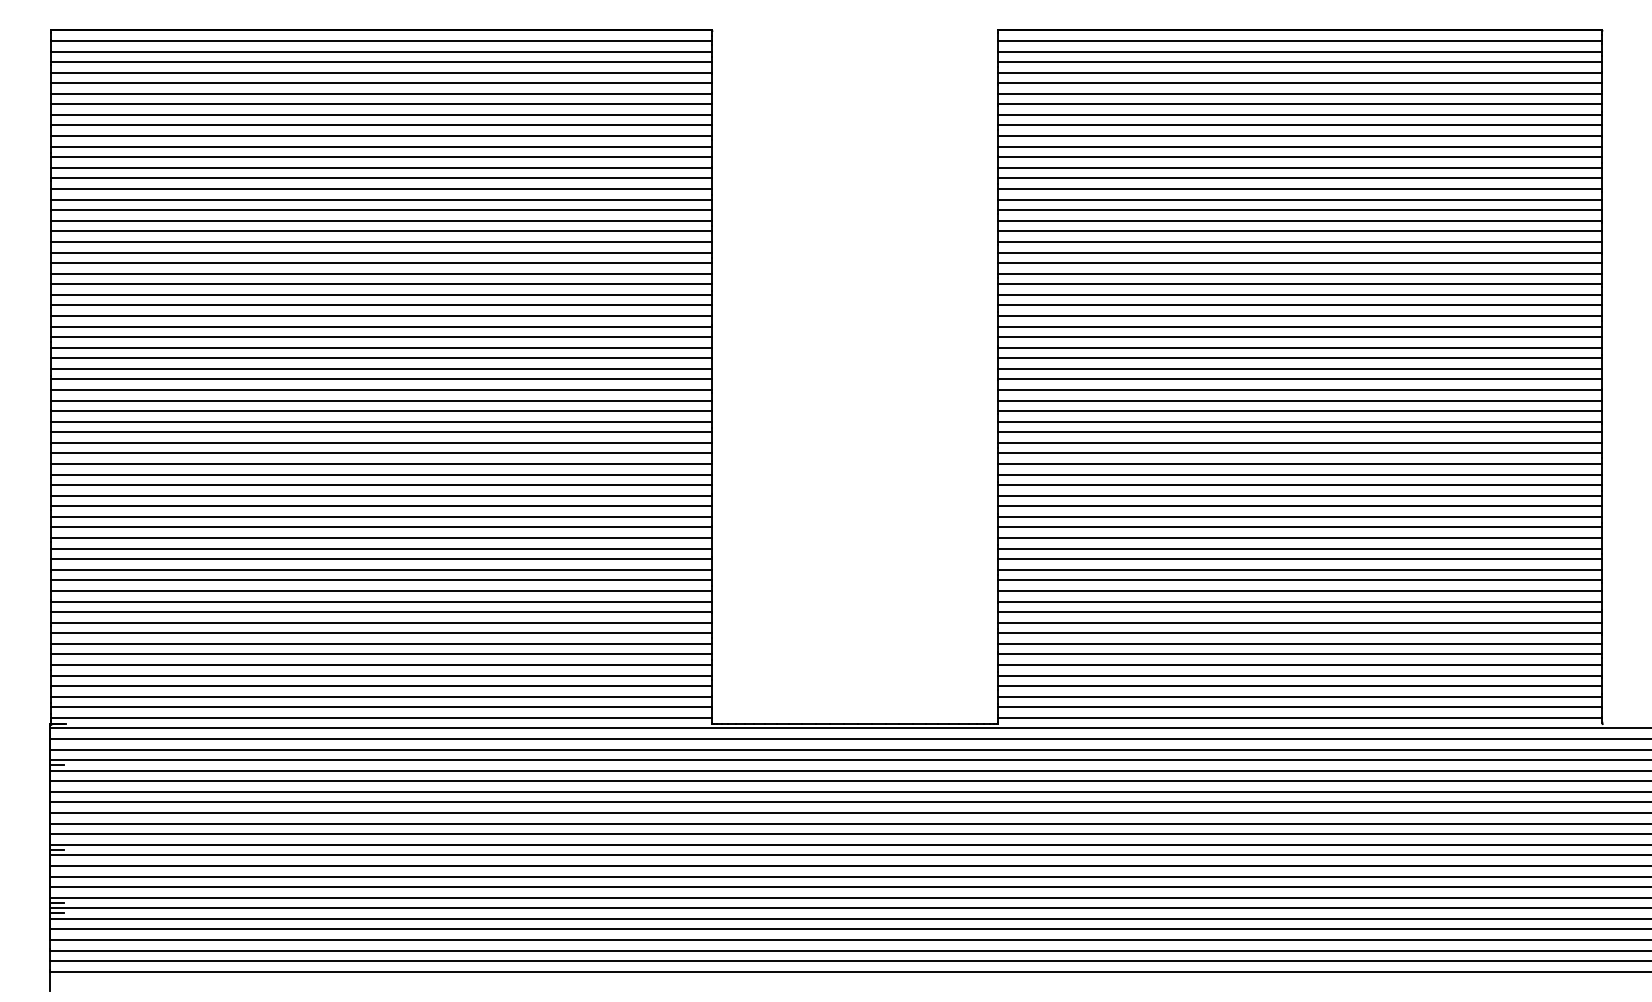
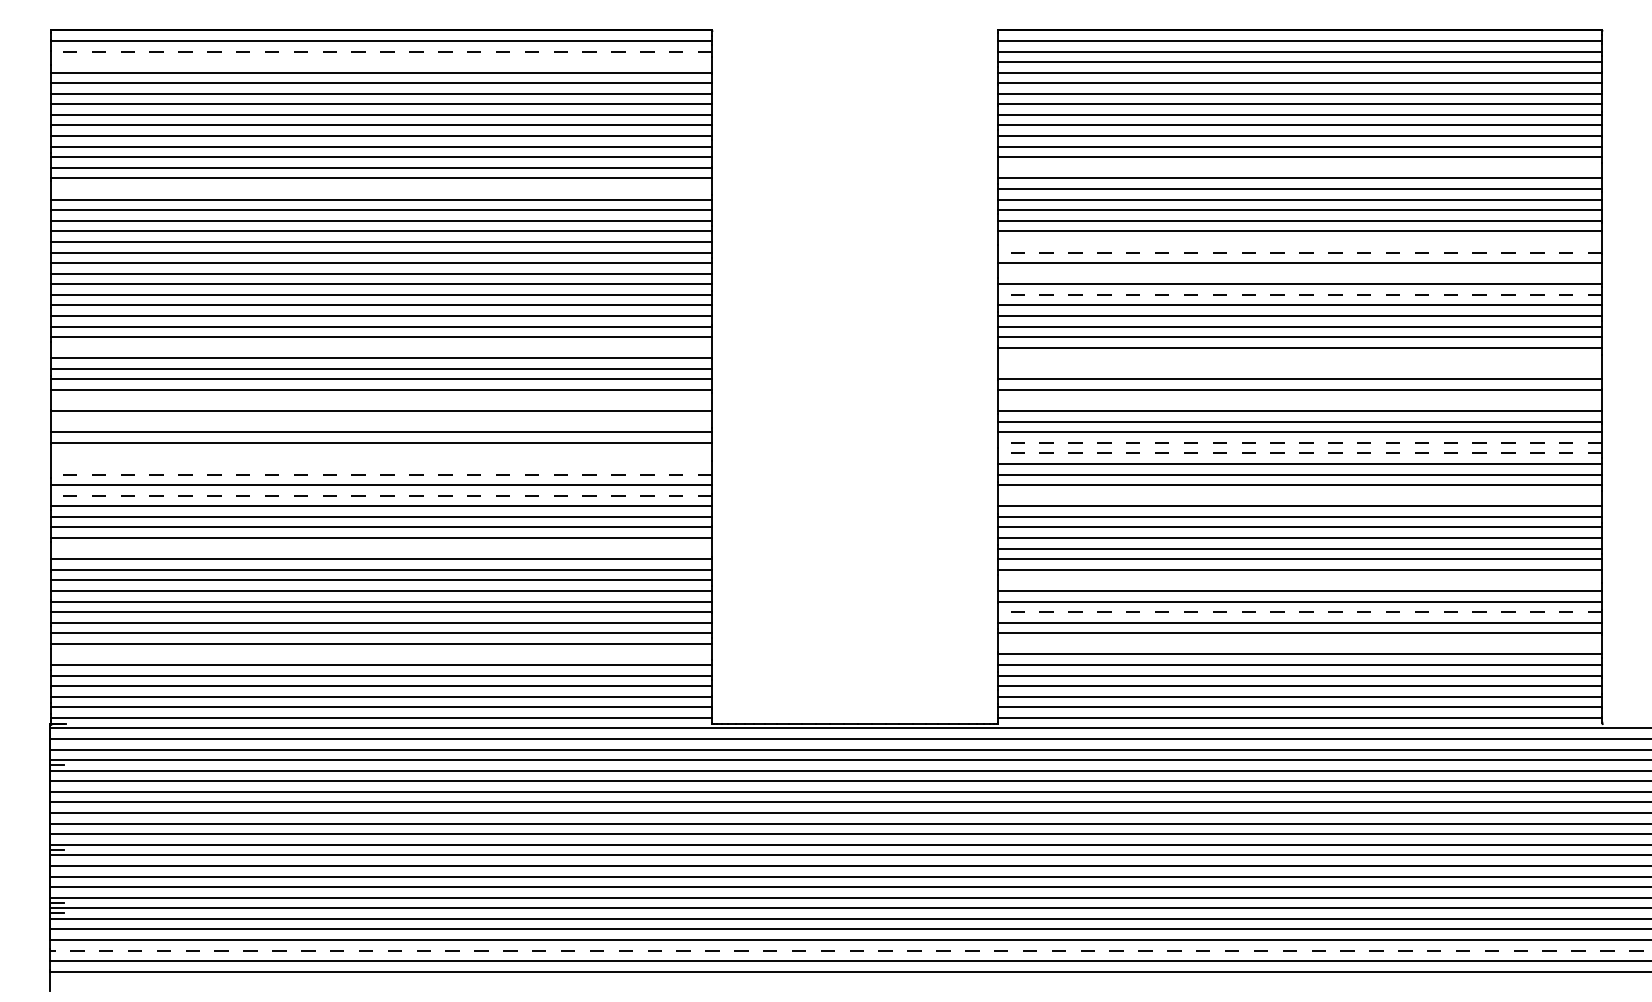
line at (381, 51): solid -> dashed
line at (381, 62): present -> none
line at (1299, 167): present -> none
line at (381, 189): present -> none
line at (1299, 241): present -> none
line at (1299, 252): solid -> dashed
line at (1299, 273): present -> none
line at (1299, 294): solid -> dashed
line at (381, 347): present -> none
line at (1299, 358): present -> none
line at (1299, 368): present -> none
line at (381, 400): present -> none
line at (1299, 400): present -> none
line at (381, 421): present -> none
line at (1299, 442): solid -> dashed
line at (381, 453): present -> none
line at (1299, 453): solid -> dashed
line at (381, 463): present -> none
line at (381, 474): solid -> dashed
line at (381, 495): solid -> dashed
line at (1299, 495): present -> none
line at (381, 548): present -> none
line at (1299, 580): present -> none
line at (1299, 612): solid -> dashed
line at (1299, 643): present -> none
line at (381, 654): present -> none
line at (850, 950): solid -> dashed
